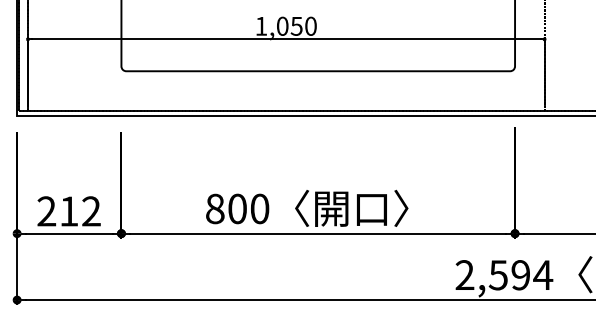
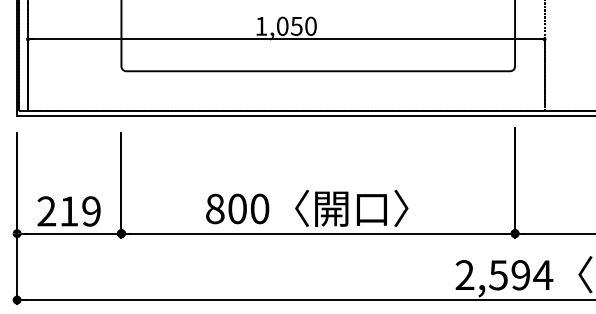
text at (91, 211): 212 -> 219
